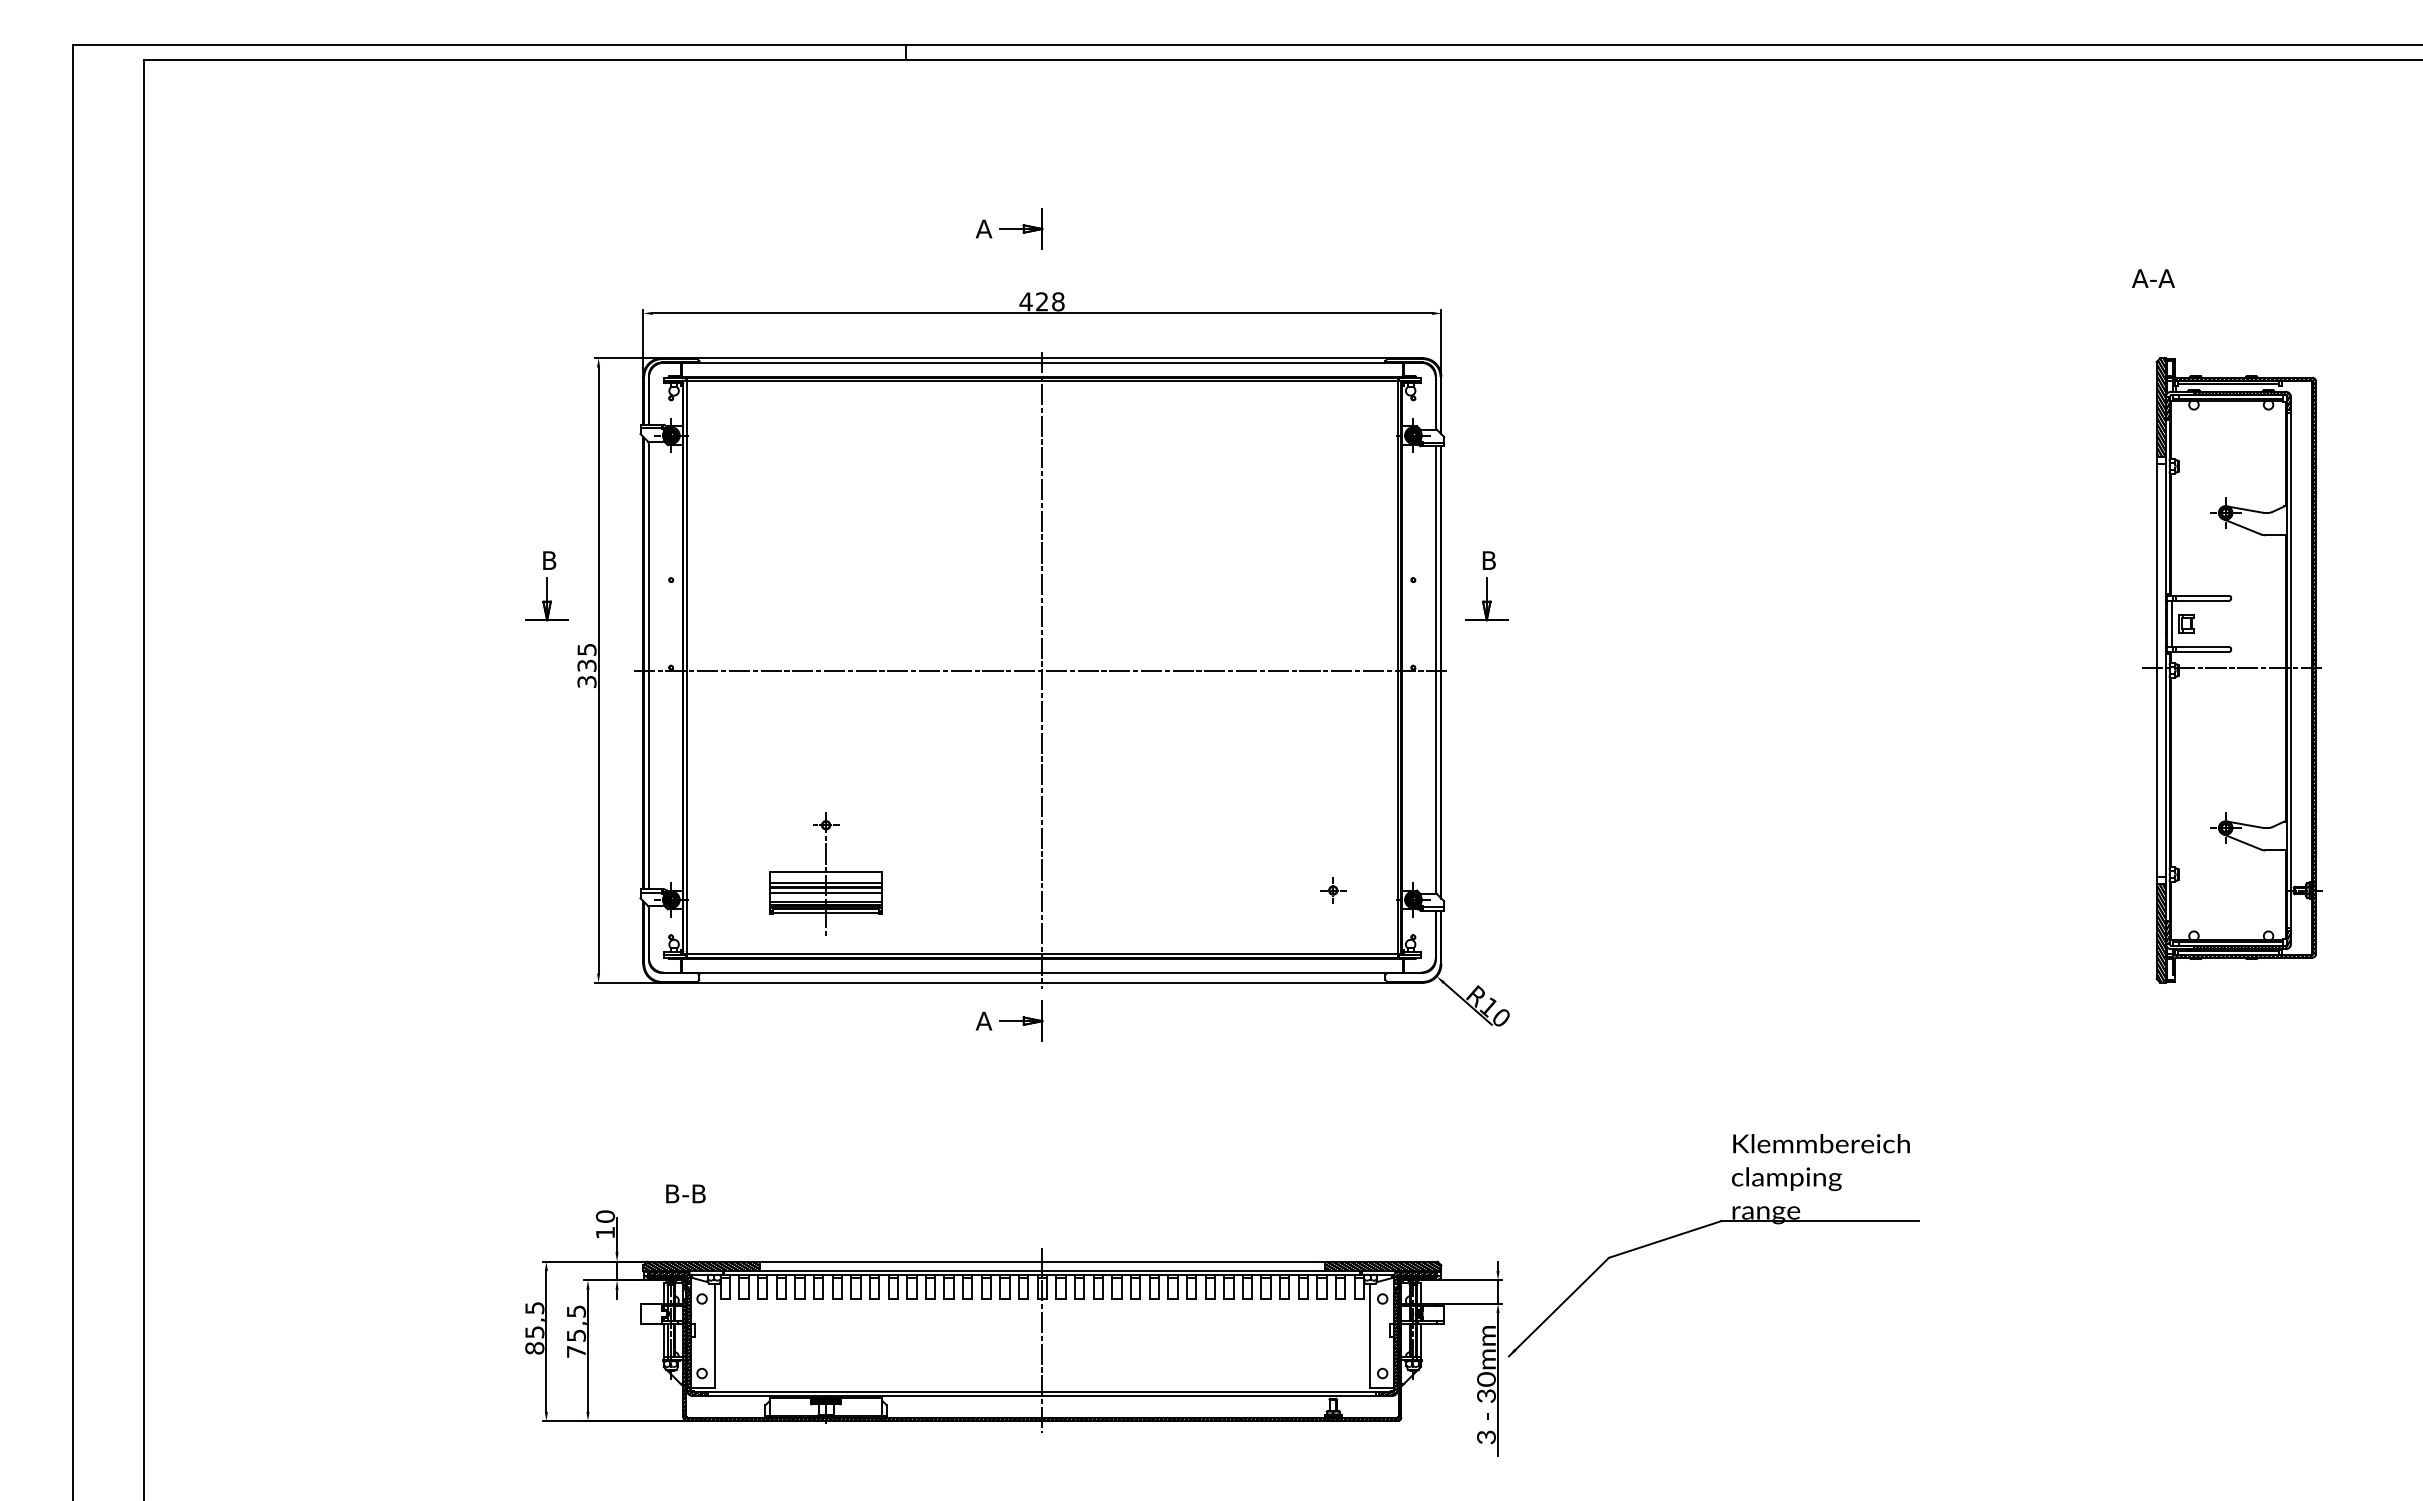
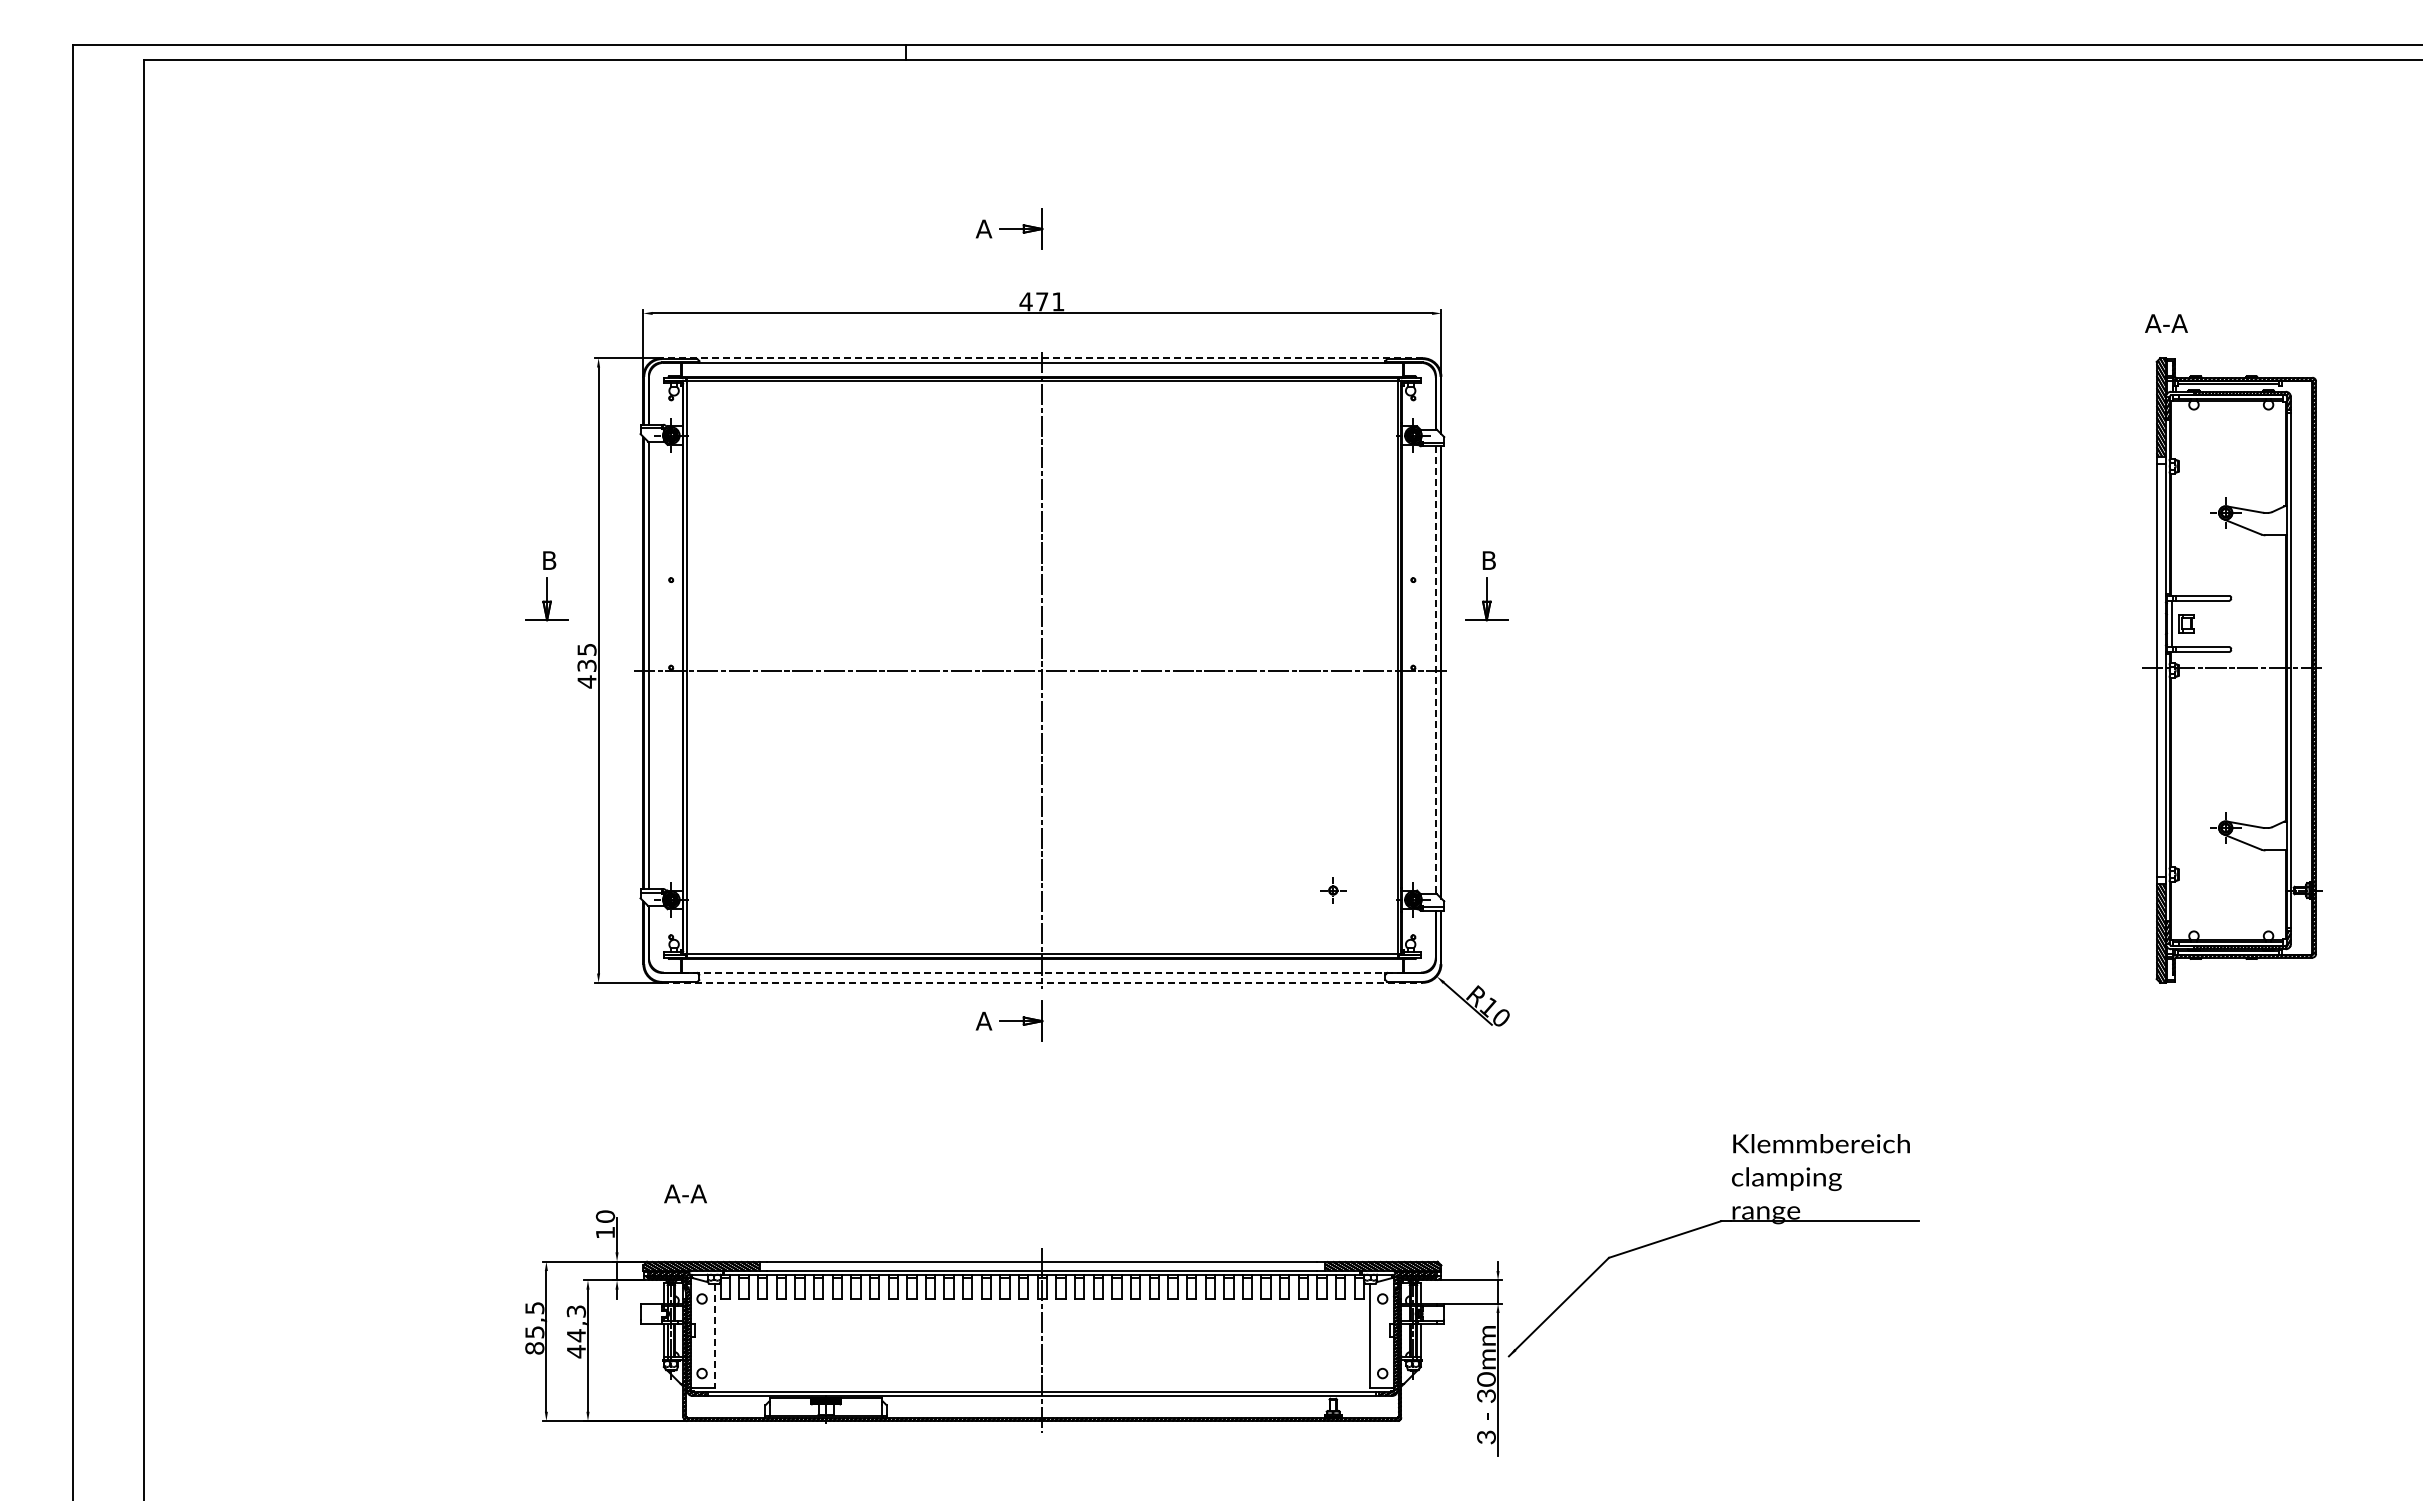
text at (2153, 278) position: (2153, 278) -> (2166, 323)
text at (1050, 301): 428 -> 471
line at (1041, 358): solid -> dashed
line at (1435, 670): solid -> dashed
text at (586, 681): 335 -> 435
part at (825, 873): present -> none
line at (1042, 972): solid -> dashed
line at (1042, 982): solid -> dashed
text at (685, 1193): B-B -> A-A
text at (575, 1331): 75,5 -> 44,3
line at (715, 1336): solid -> dashed
